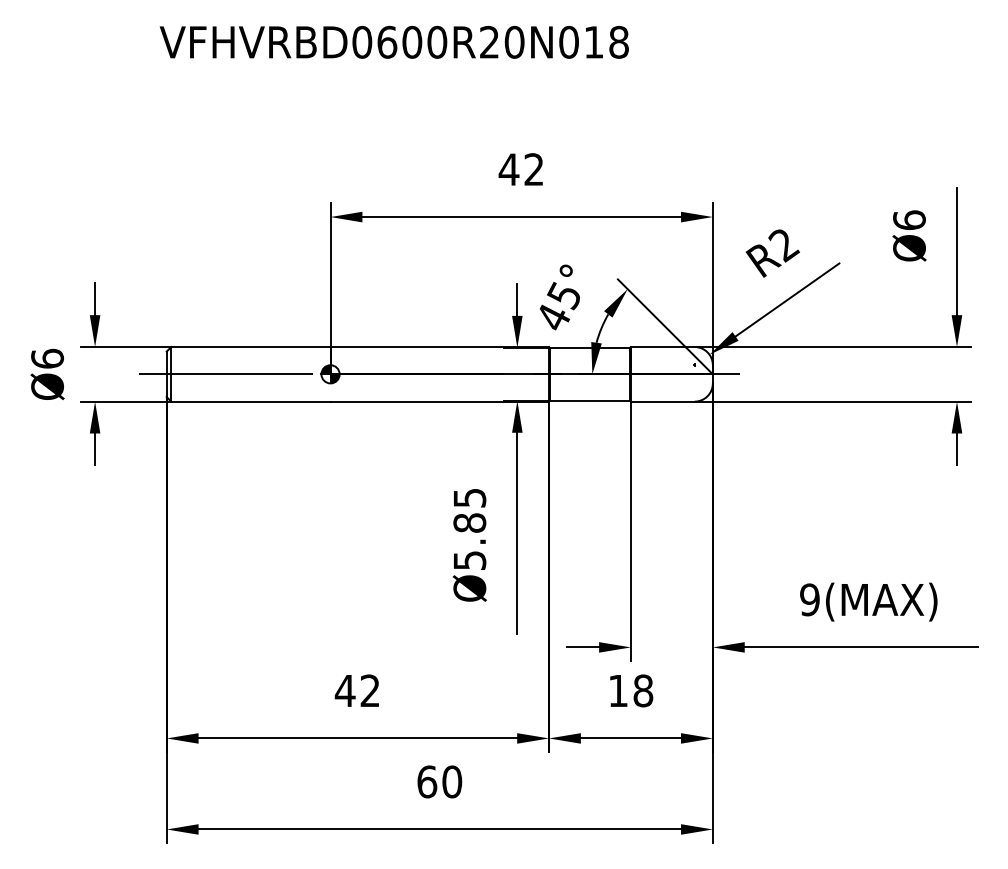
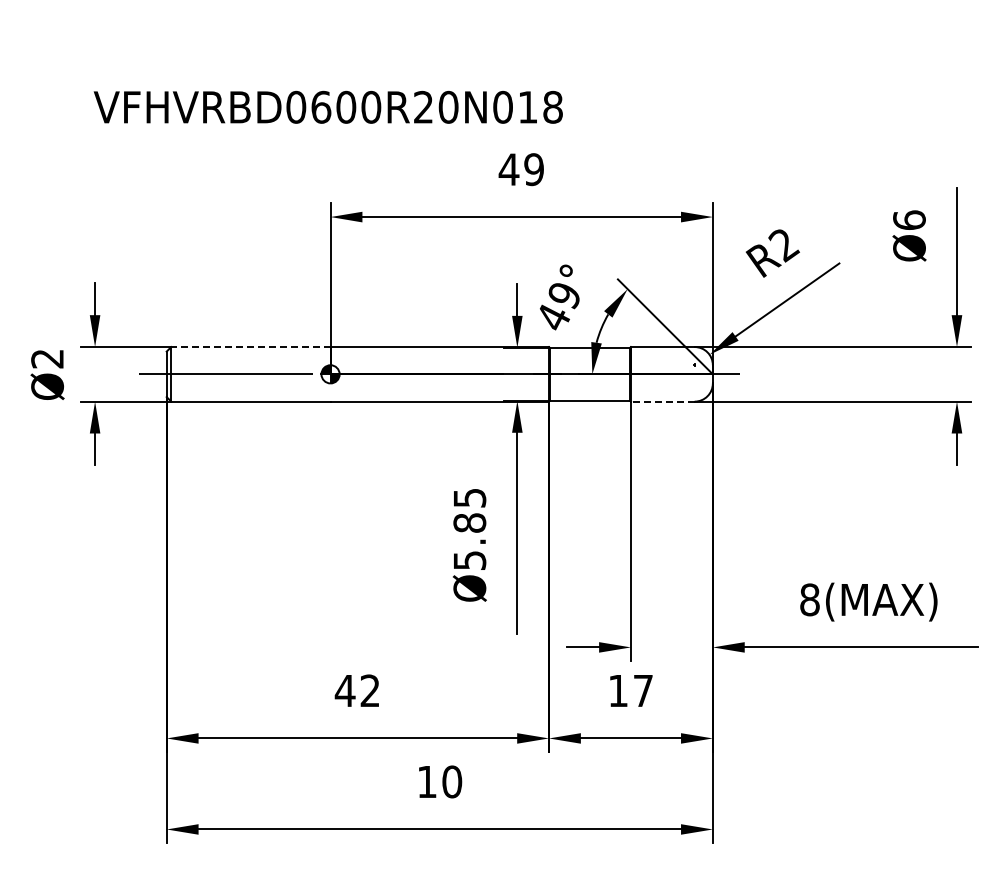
text at (393, 41) position: (393, 41) -> (327, 106)
text at (533, 169): 42 -> 49
text at (563, 295): 45° -> 49°
line at (250, 347): solid -> dashed
text at (47, 358): Ø6 -> Ø2
line at (662, 401): solid -> dashed
text at (809, 599): 9(MAX) -> 8(MAX)
text at (643, 690): 18 -> 17
text at (427, 781): 60 -> 10
